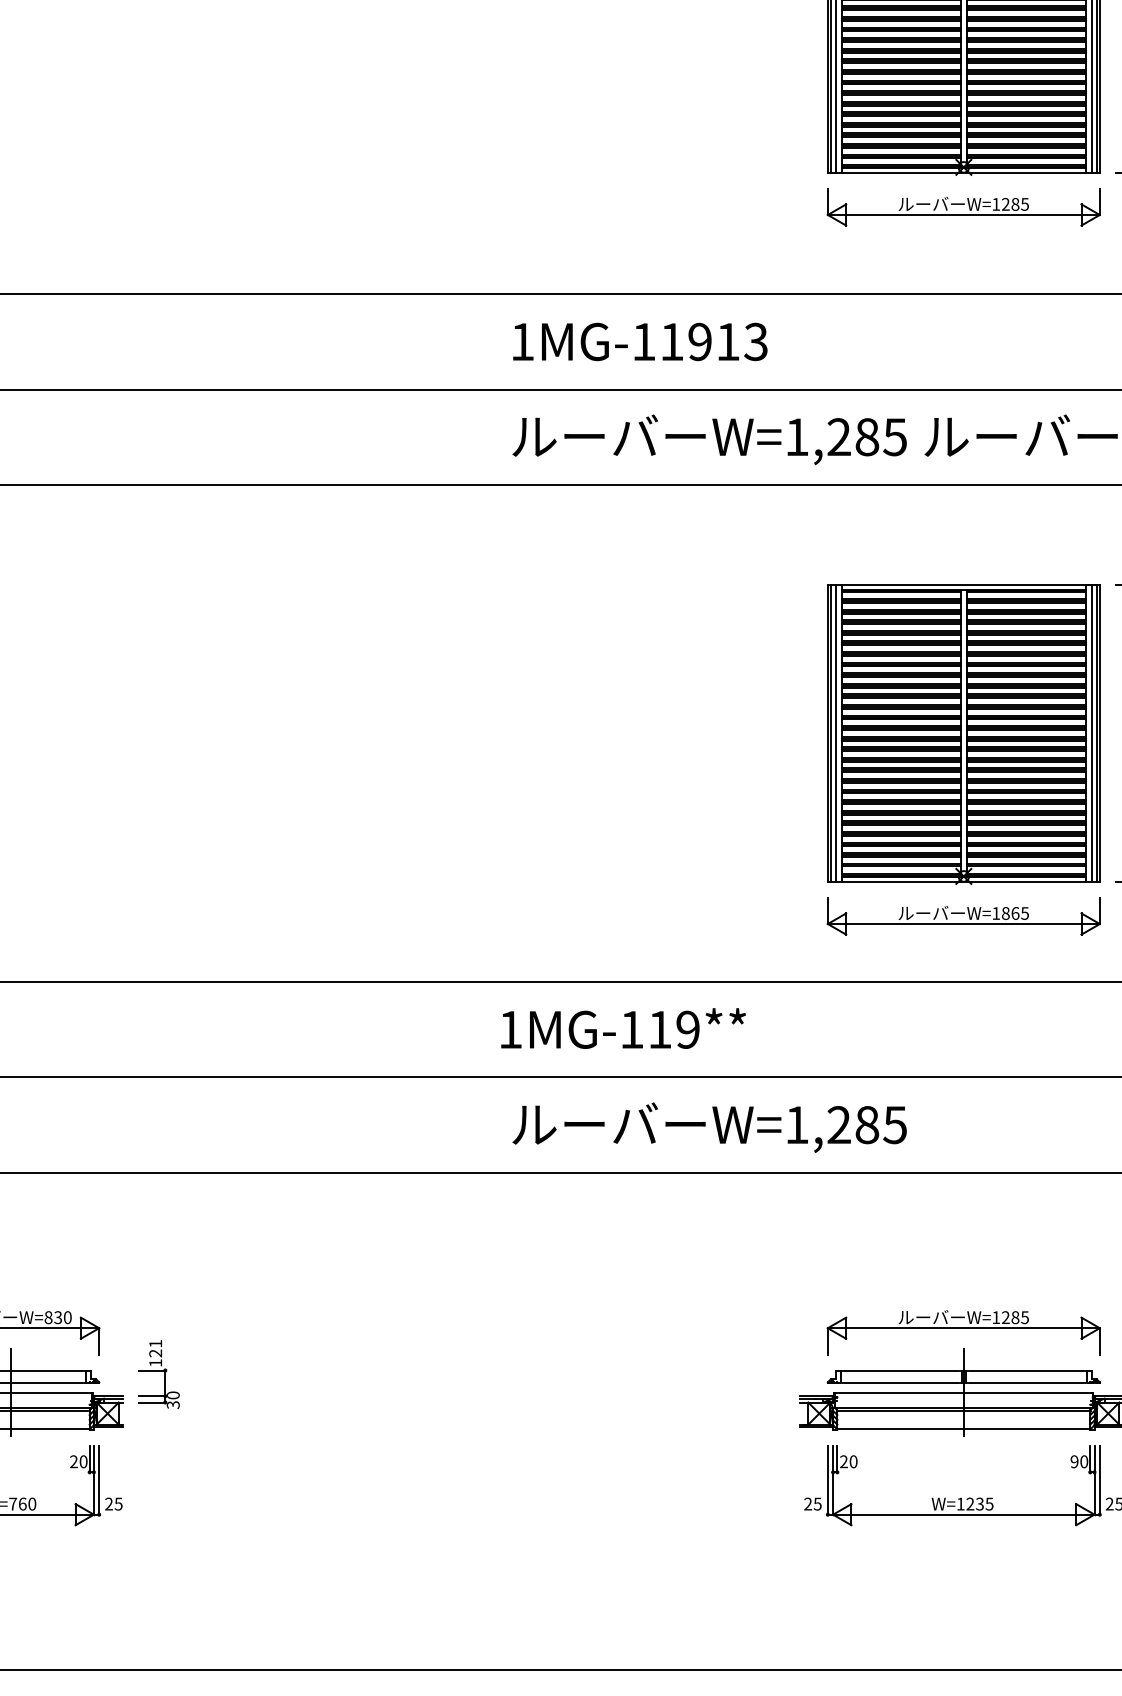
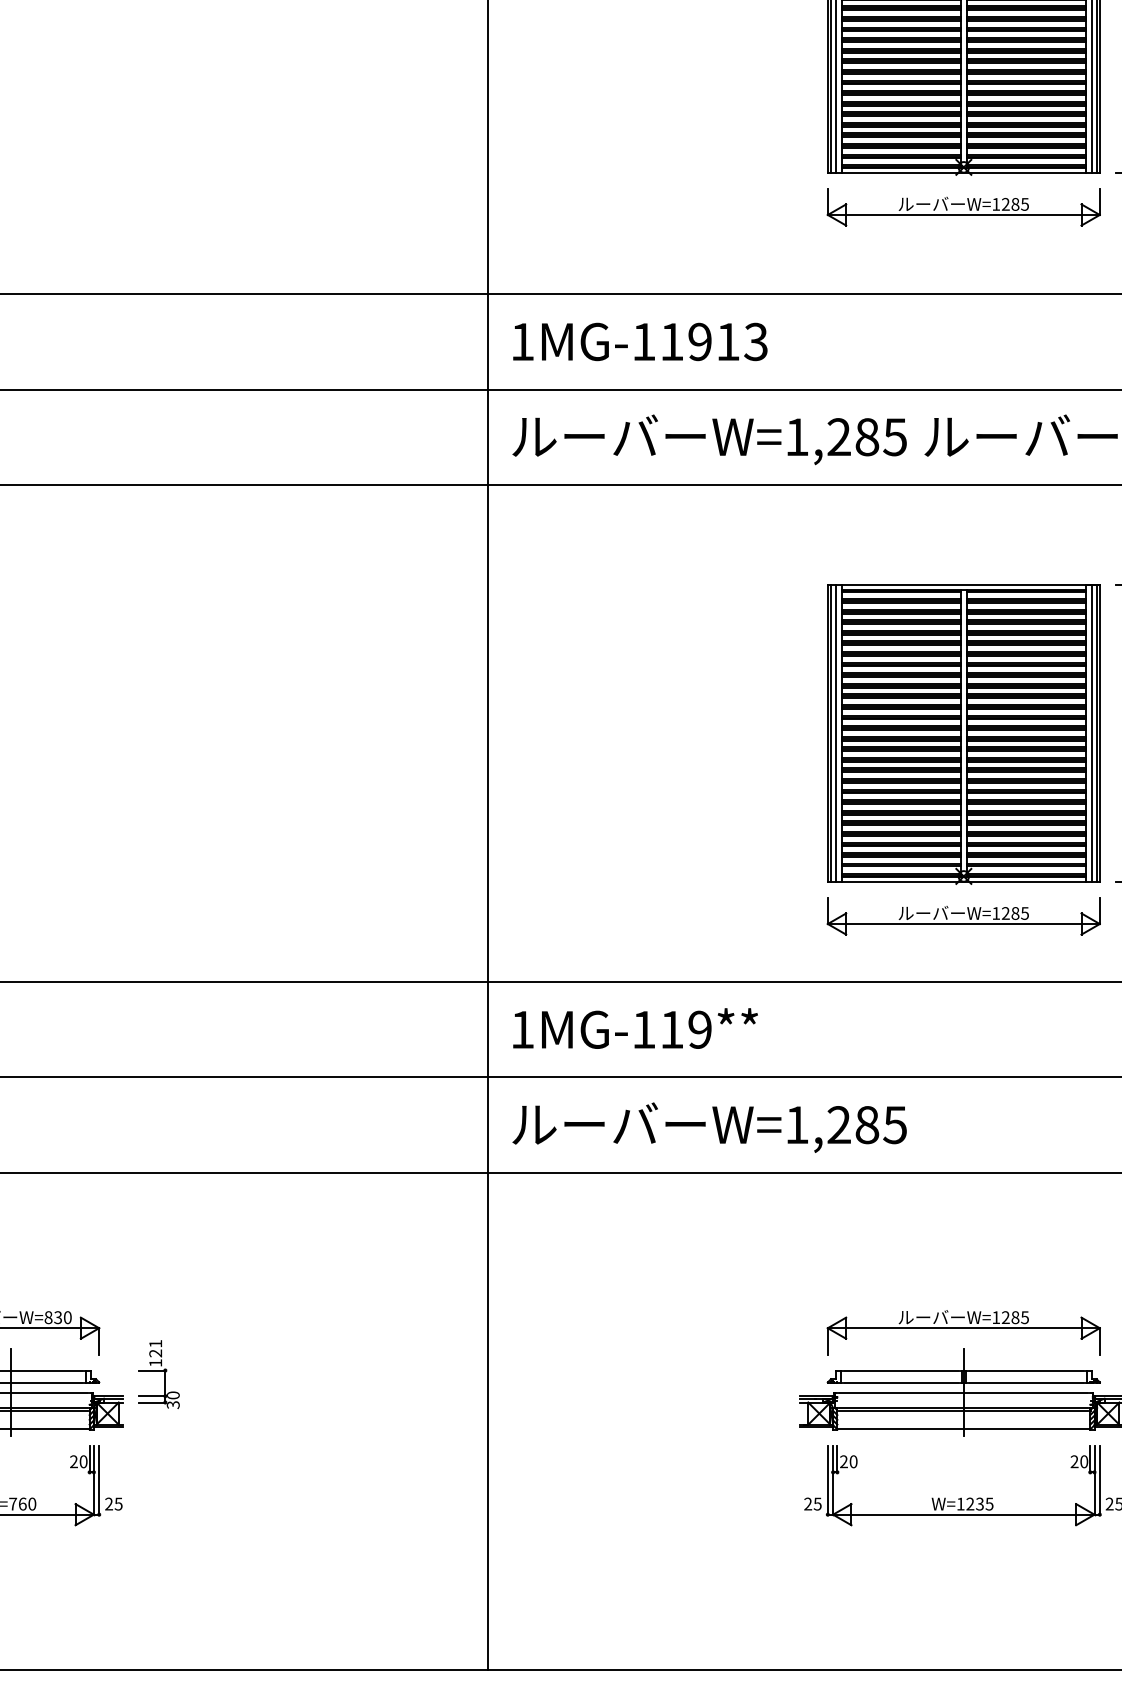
line at (487, 836): none -> present
text at (1010, 913): W=1865 -> W=1285
text at (623, 1028) position: (623, 1028) -> (635, 1028)
text at (1074, 1462): 90 -> 20
